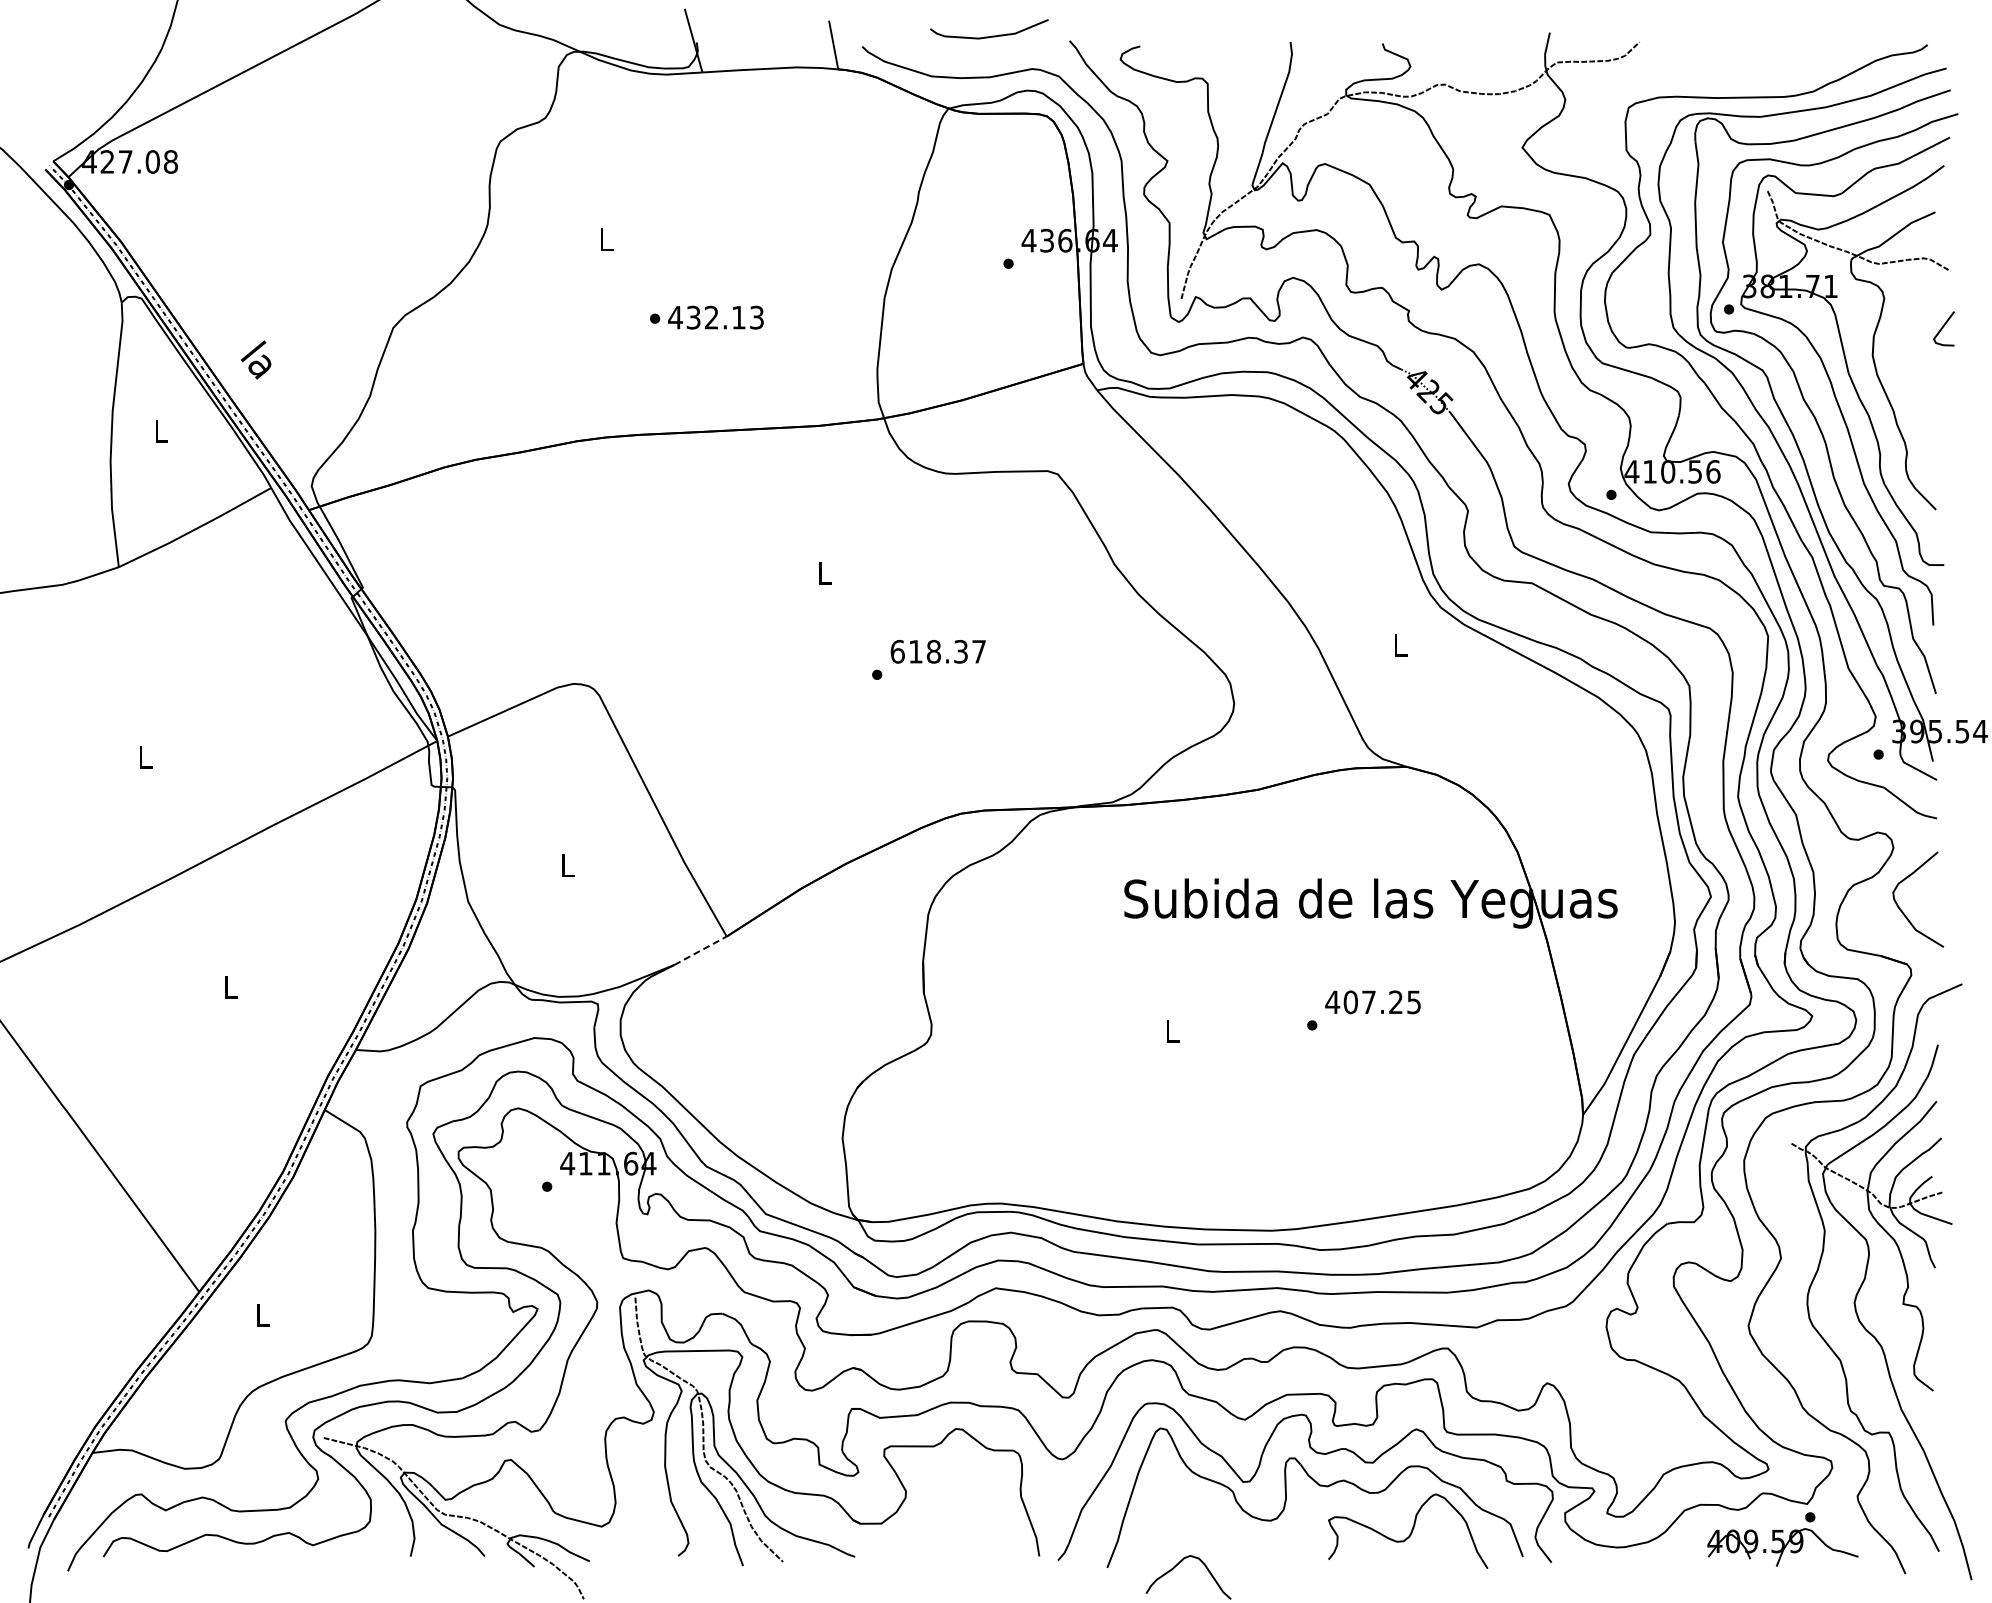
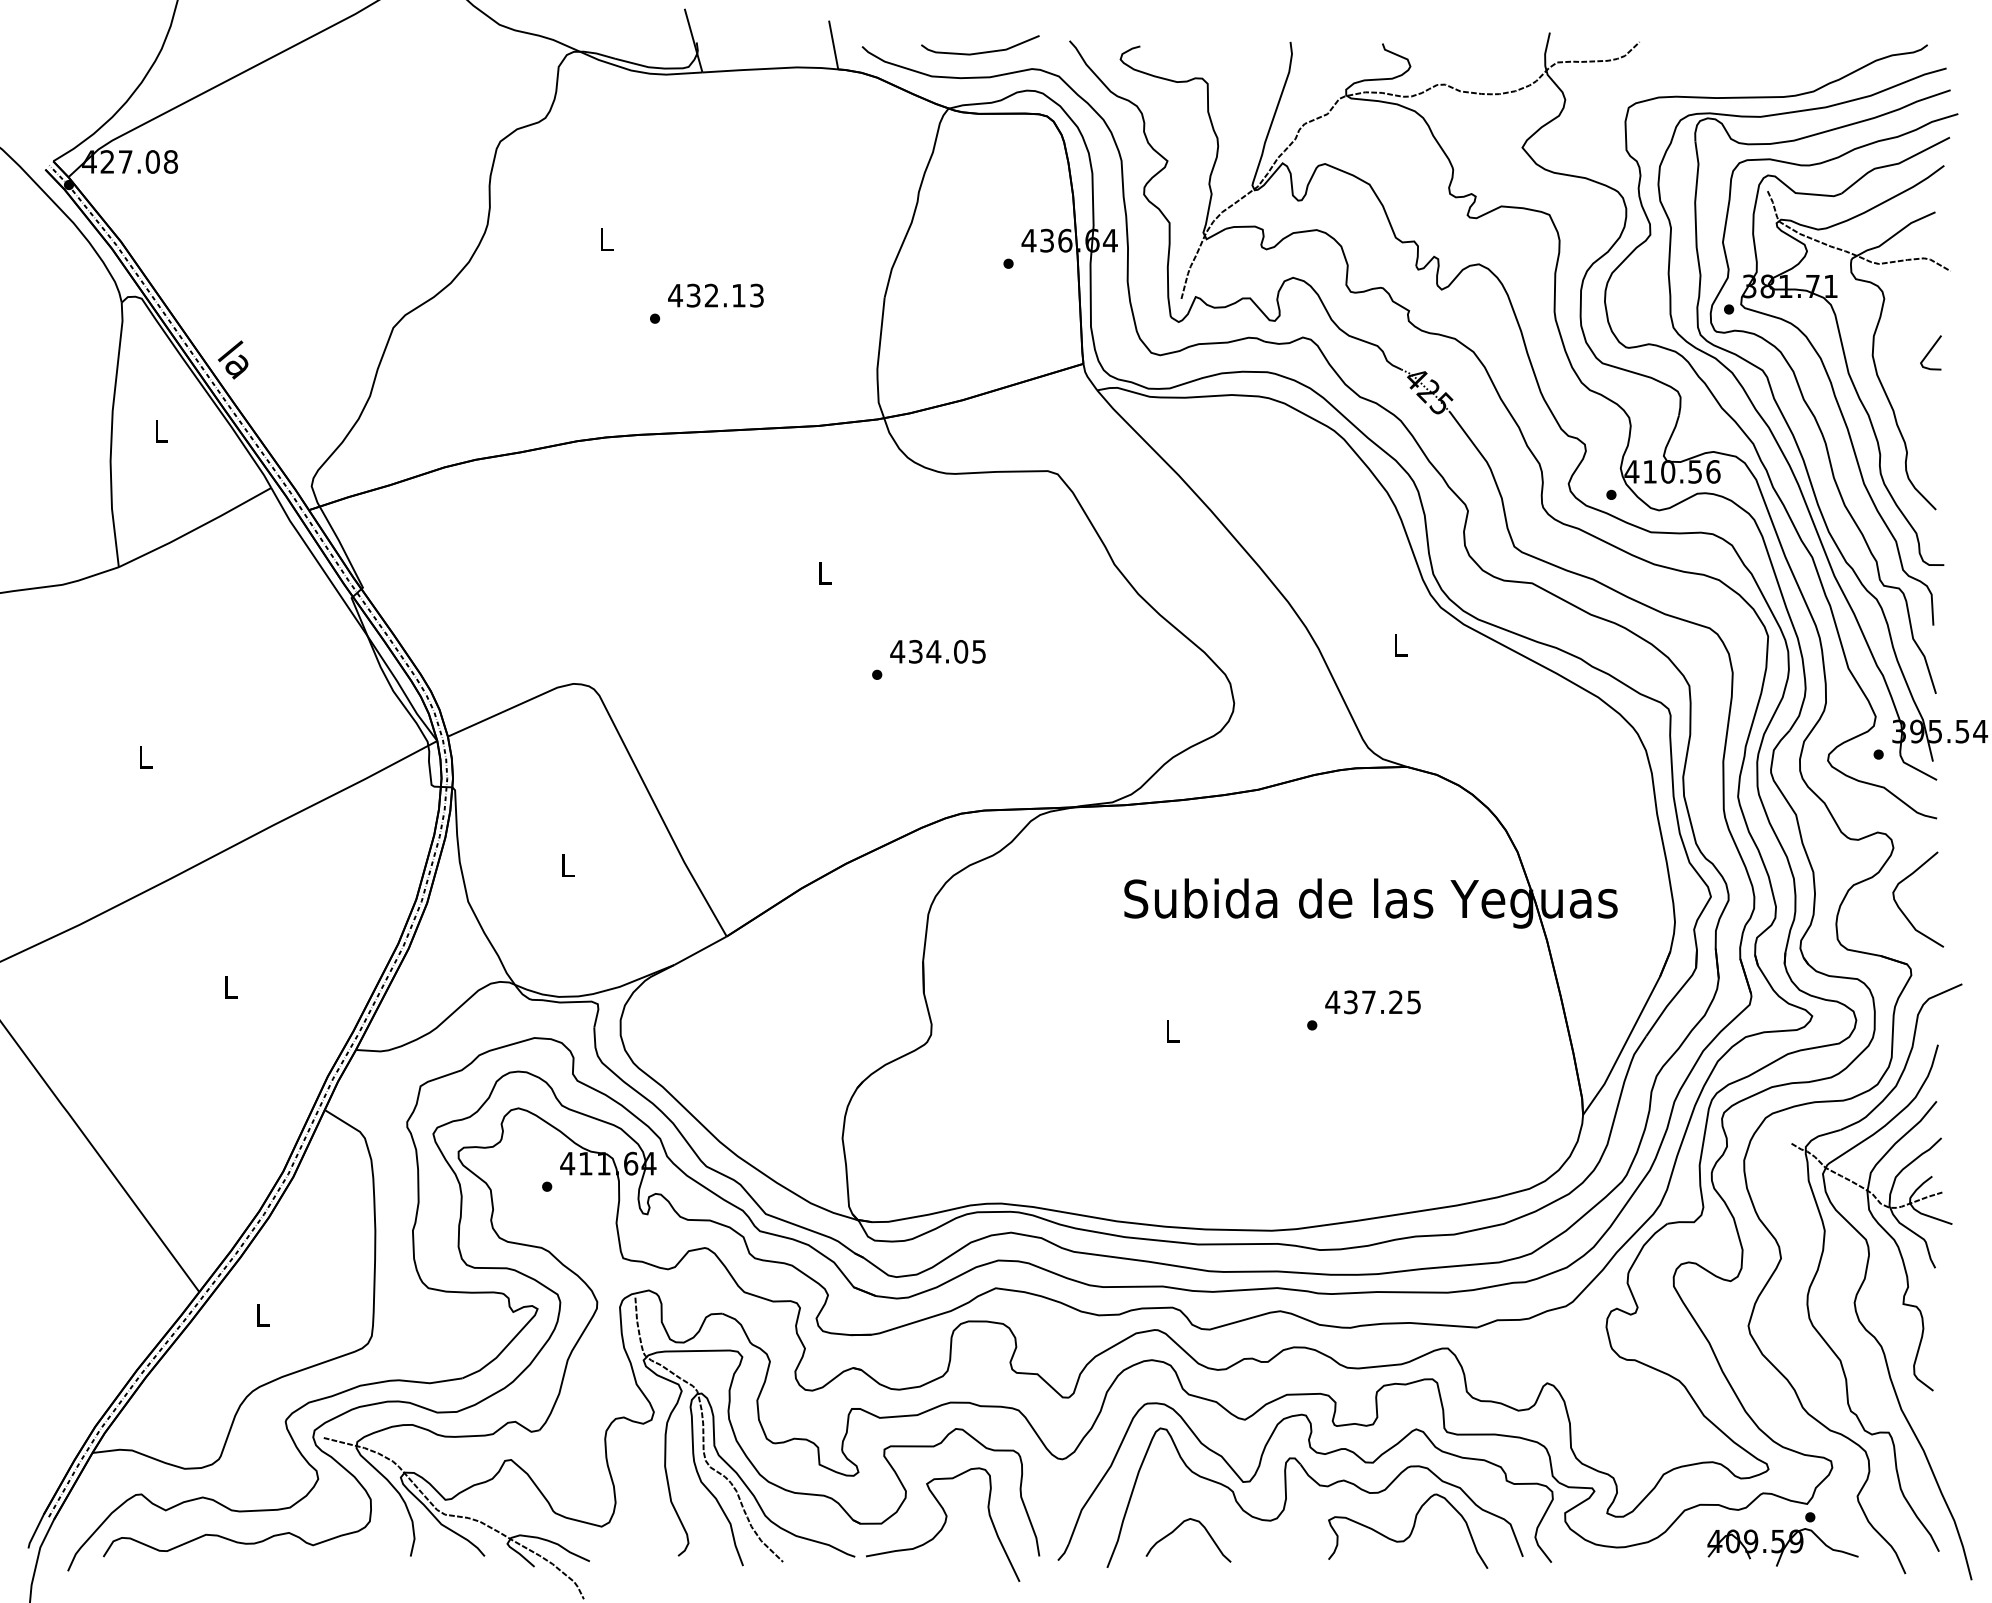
curve at (992, 35) position: (992, 35) -> (983, 51)
text at (715, 317) position: (715, 317) -> (715, 295)
line at (1943, 328) position: (1943, 328) -> (1930, 352)
text at (256, 359) position: (256, 359) -> (233, 359)
text at (937, 651): 618.37 -> 434.05
line at (700, 950): dashed -> solid
text at (1350, 1002): 407.25 -> 437.25
curve at (943, 1524): none -> present
curve at (1177, 1565) position: (1177, 1565) -> (1177, 1528)
